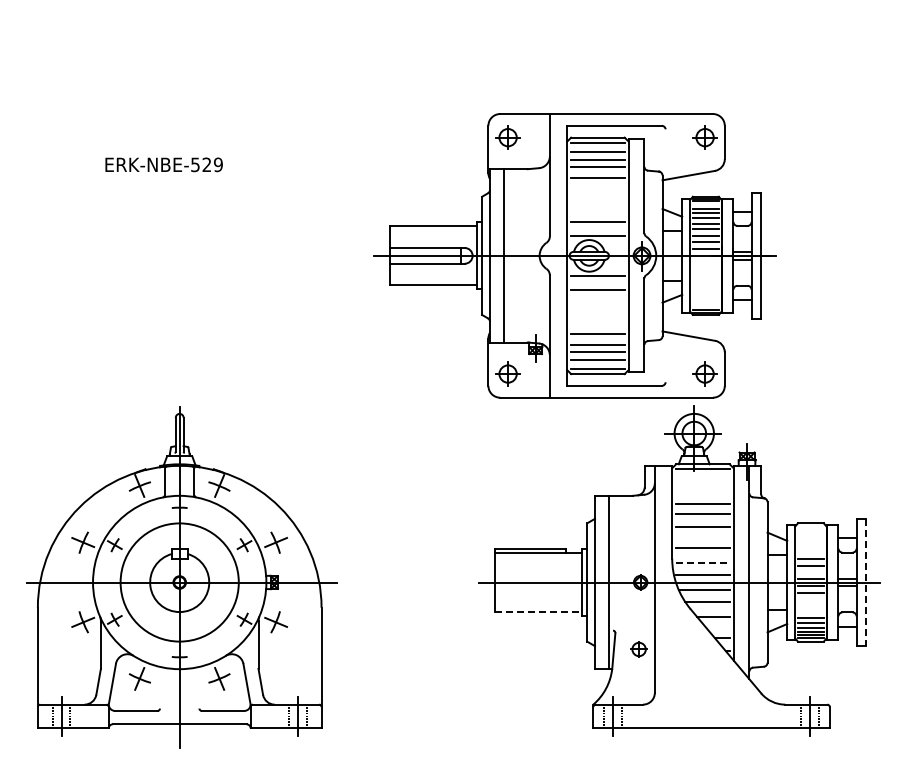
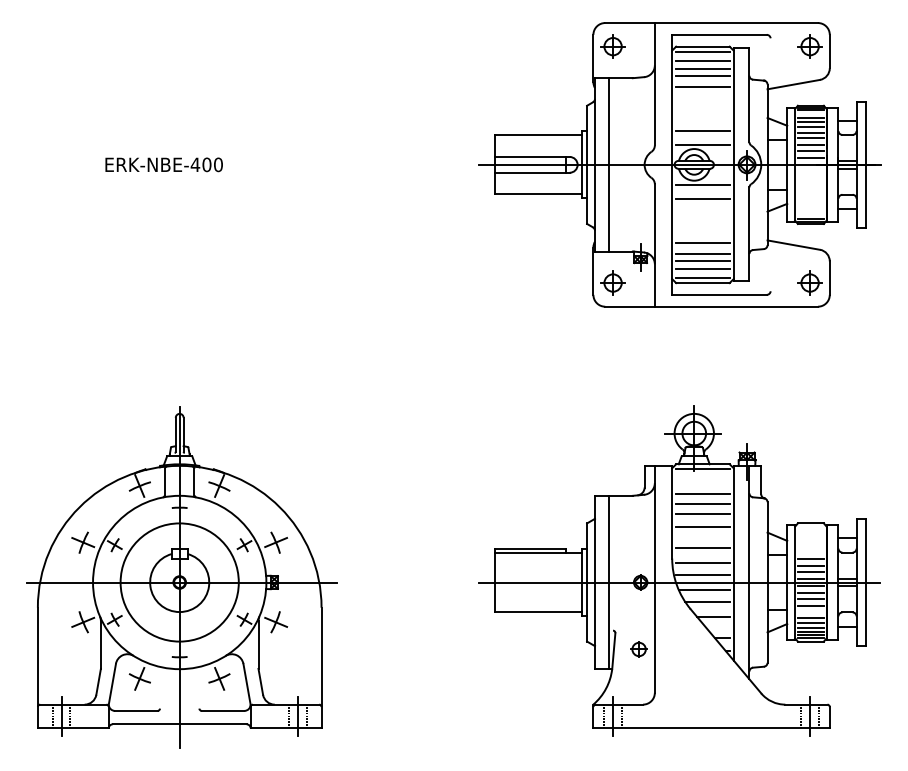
text at (206, 164): ERK-NBE-529 -> ERK-NBE-400
part at (574, 255) position: (574, 255) -> (679, 164)
line at (702, 493): none -> present
line at (702, 563): dashed -> solid
line at (810, 572): none -> present
line at (866, 583): dashed -> solid
line at (810, 598): none -> present
line at (810, 605): none -> present
line at (538, 612): dashed -> solid
